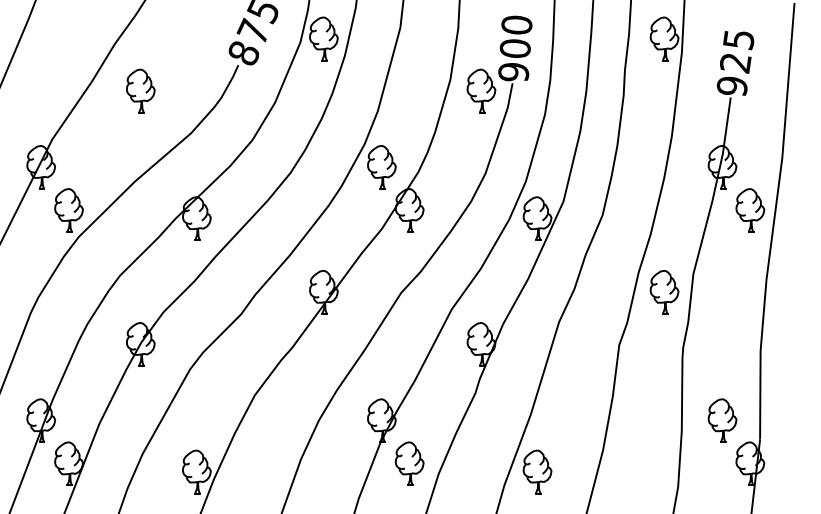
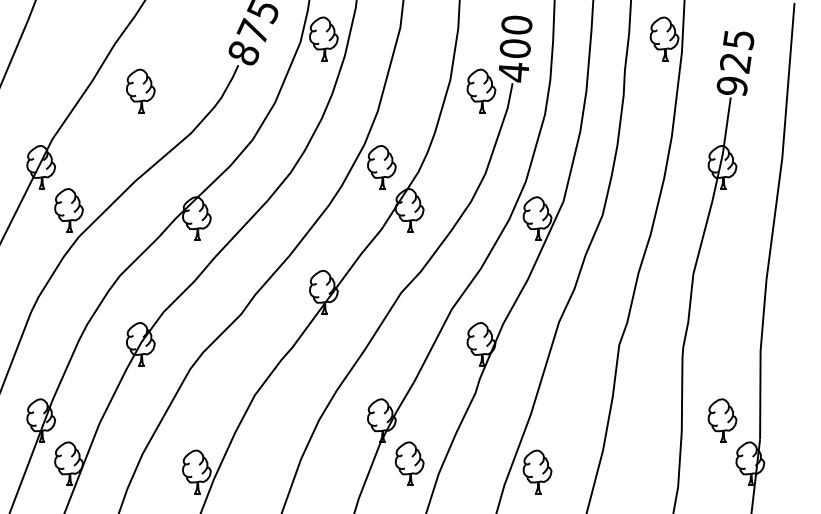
text at (513, 72): 900 -> 400
part at (750, 210): present -> none
part at (664, 292): present -> none
